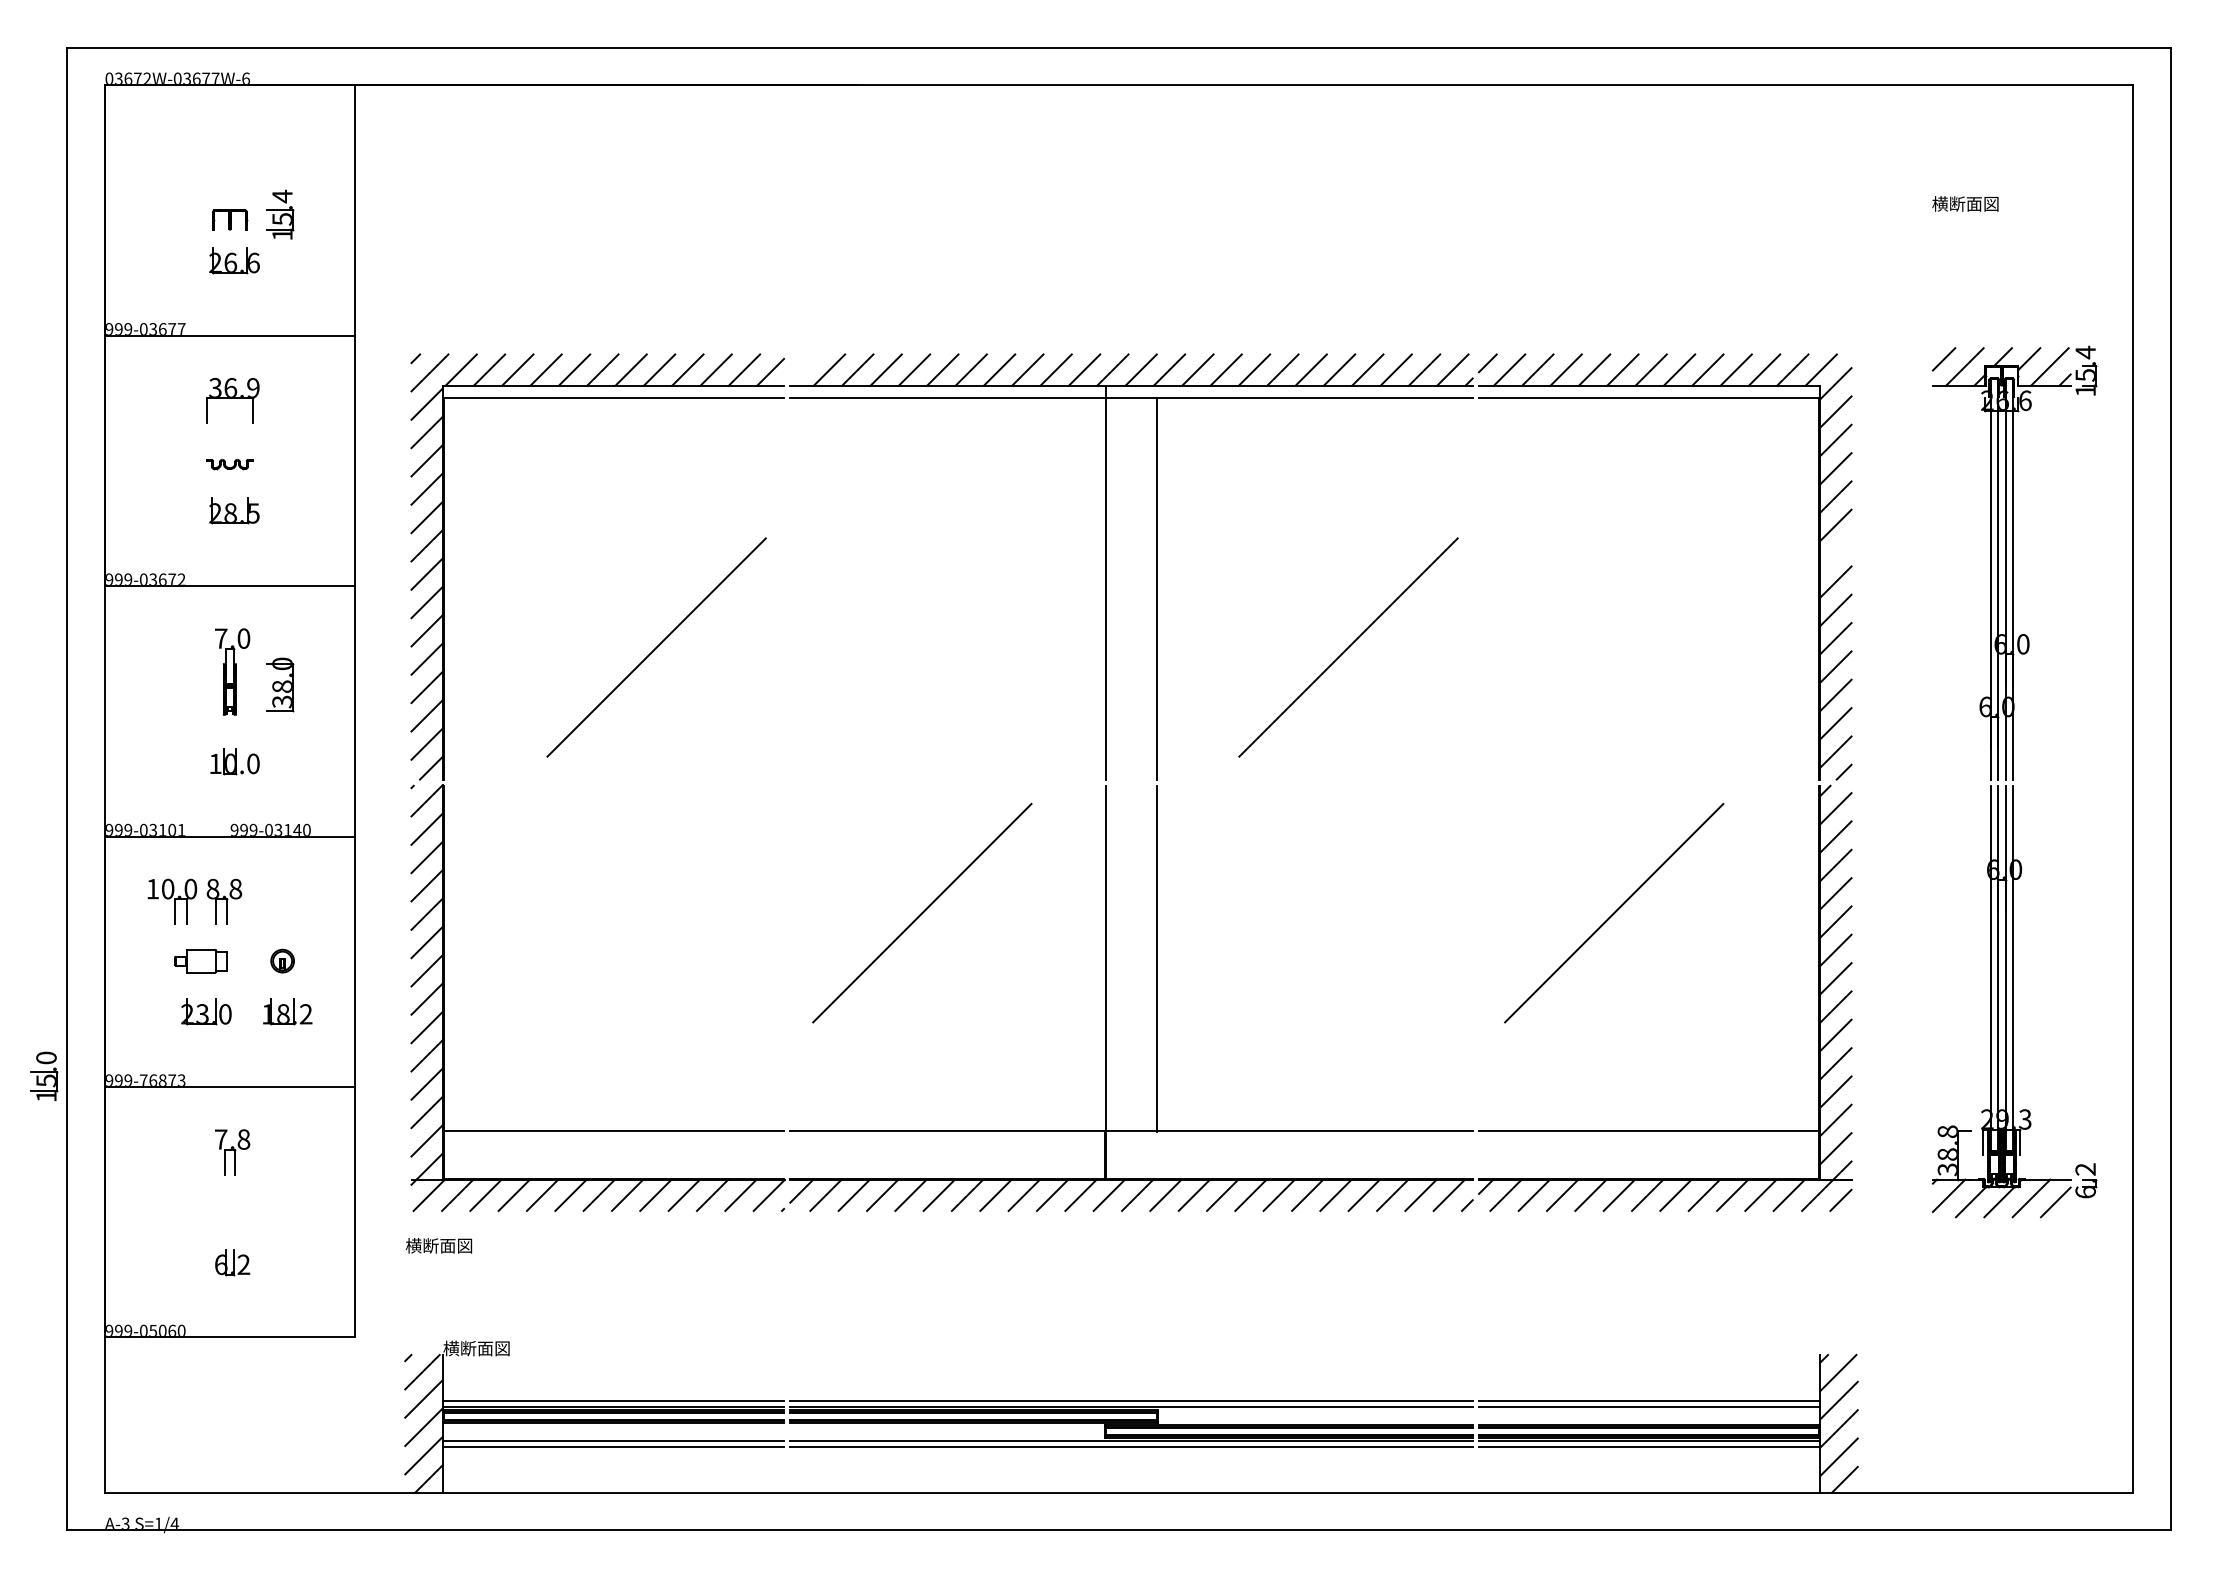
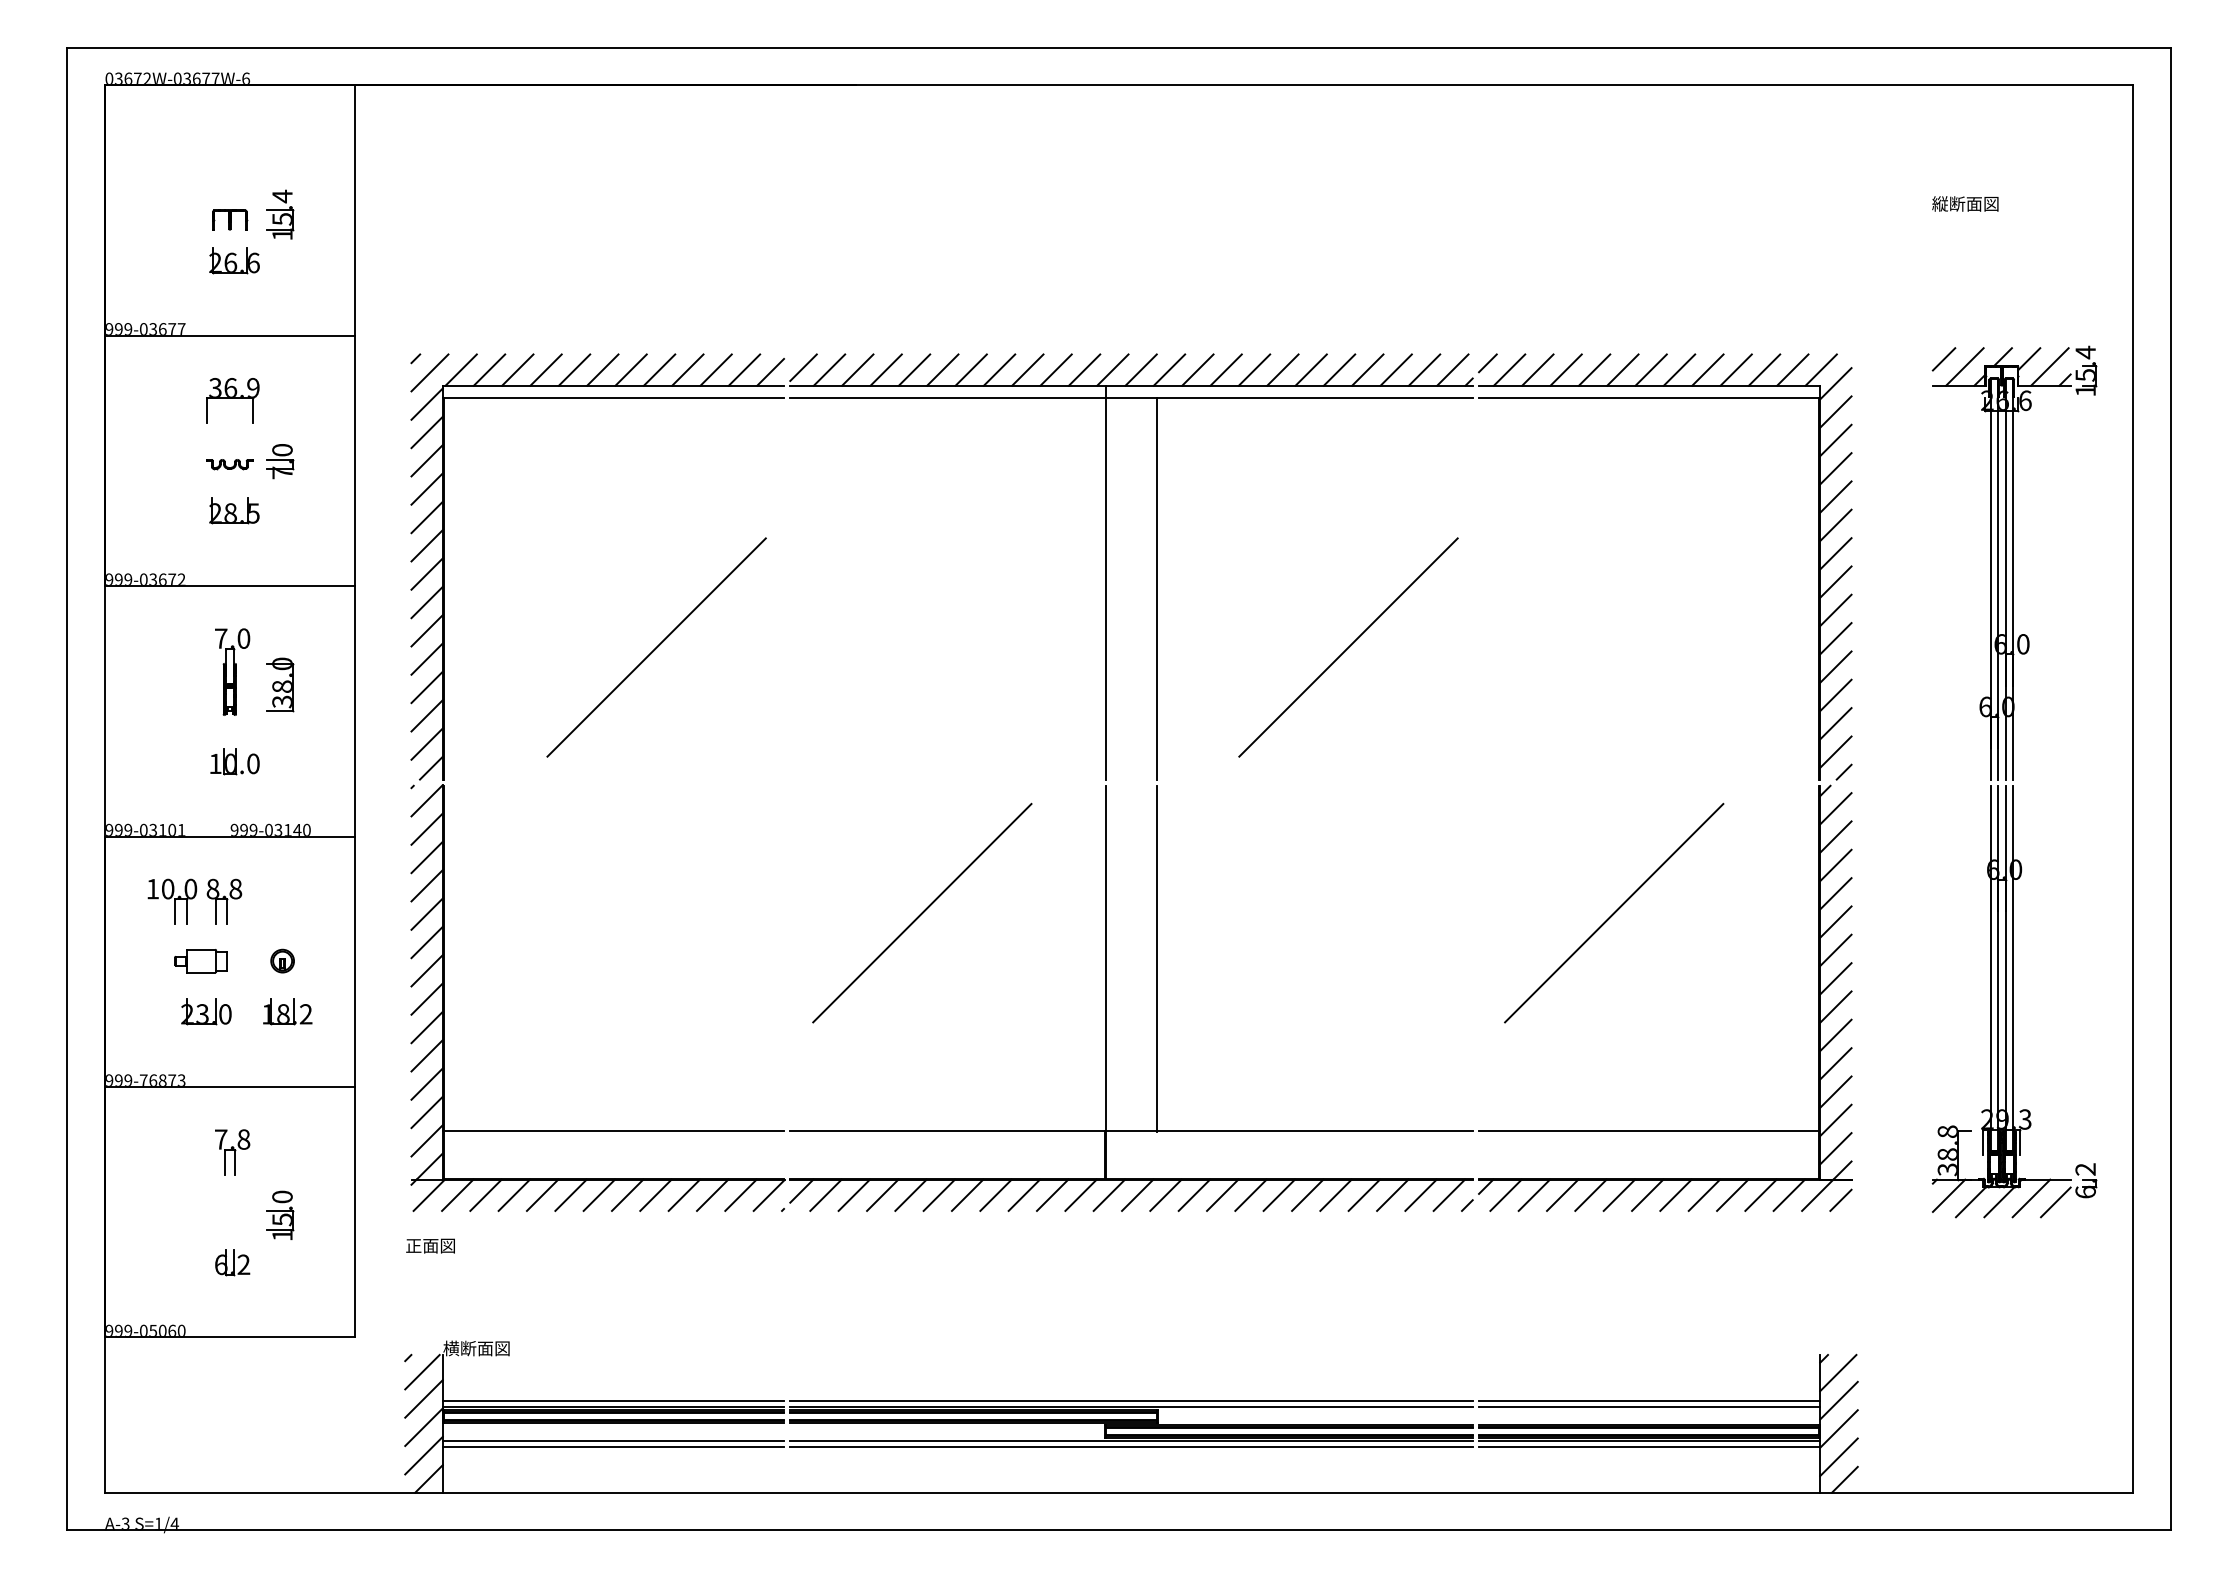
text at (1939, 203): 横断面図 -> 縦断面図
line at (803, 367): none -> present
part at (280, 461): none -> present
line at (1835, 553): none -> present
part at (44, 1075) position: (44, 1075) -> (280, 1214)
text at (438, 1245): 横断面図 -> 正面図
